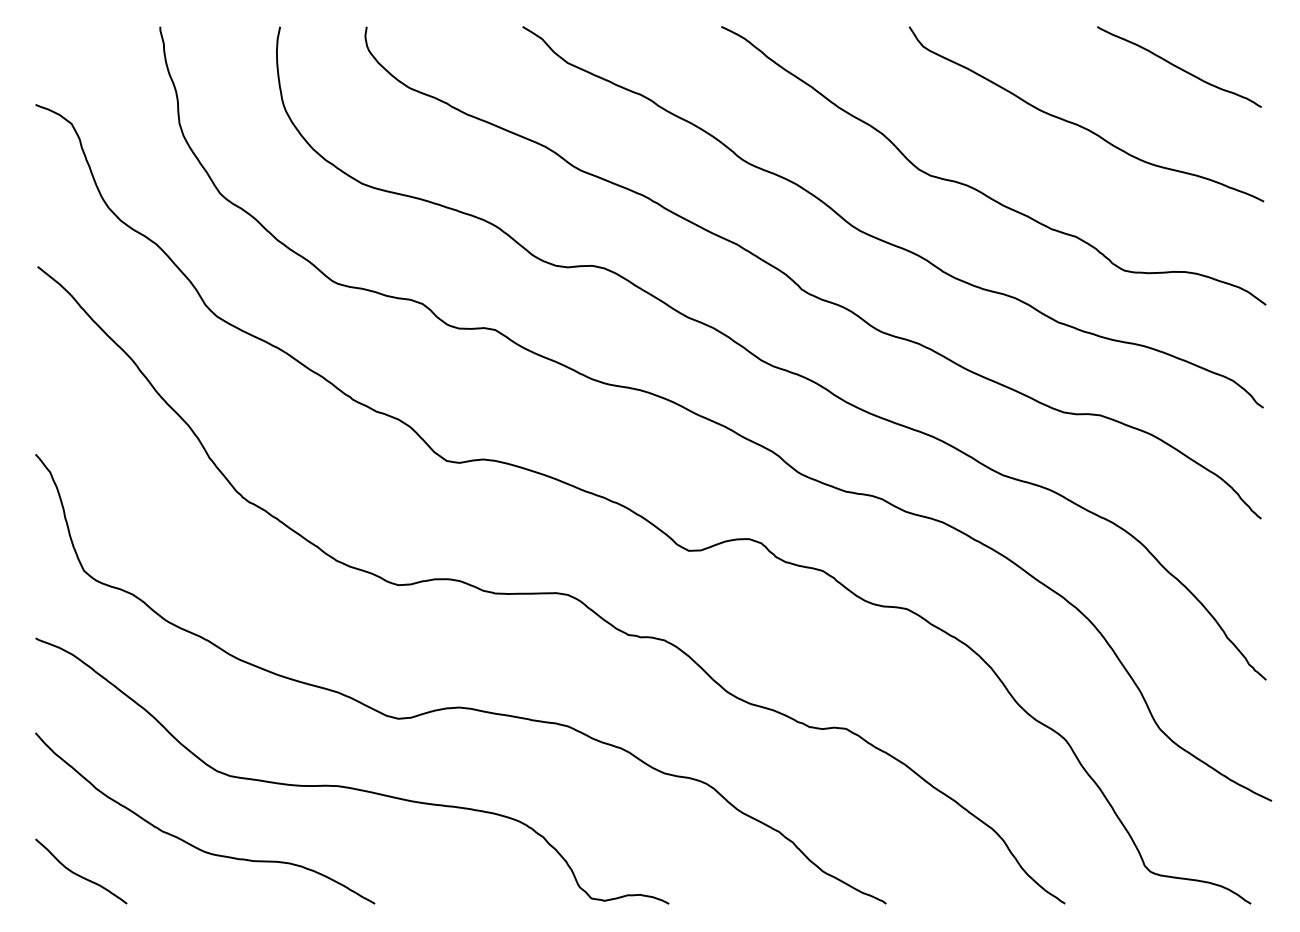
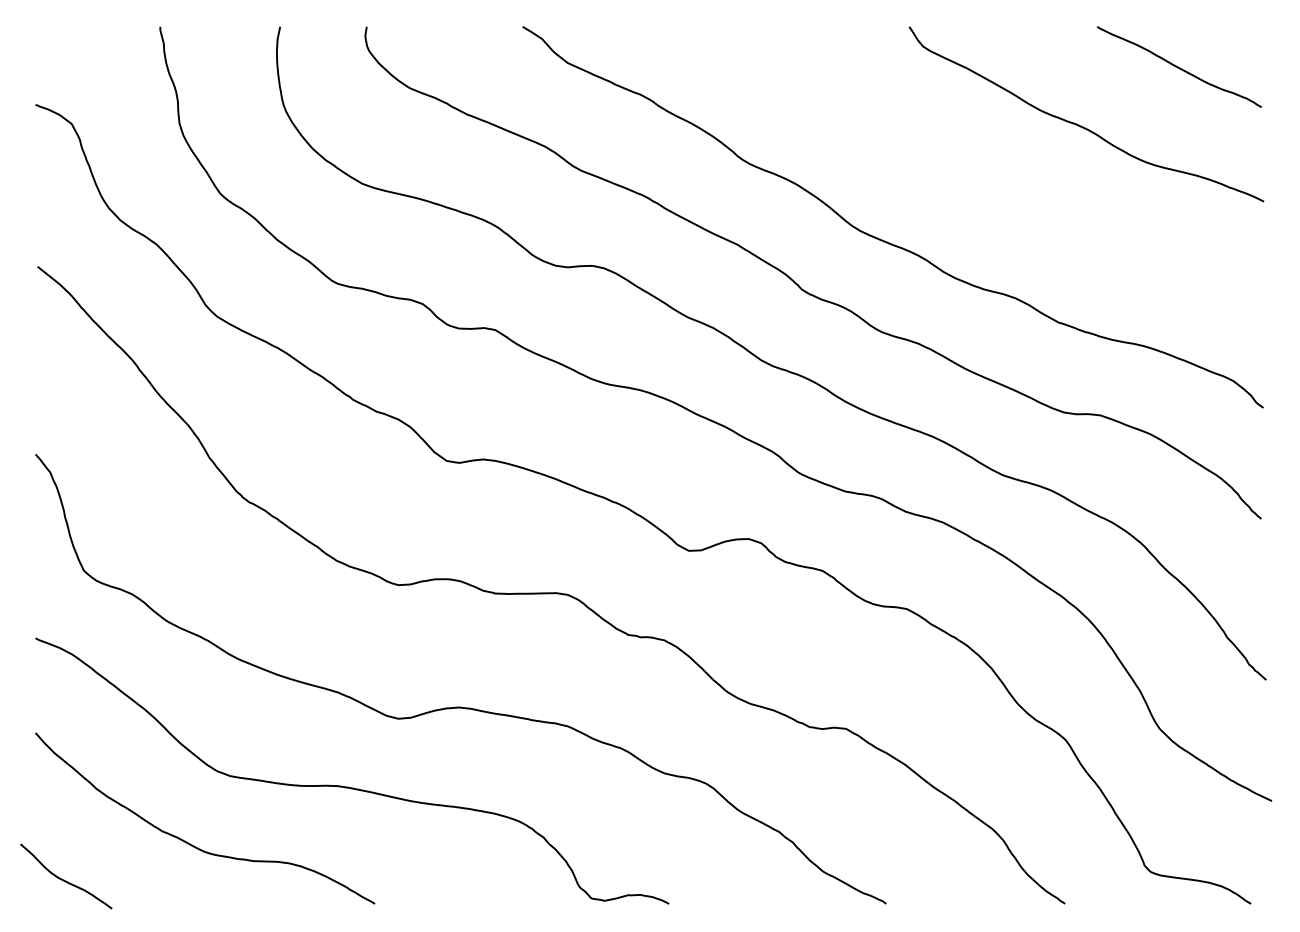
curve at (976, 188): present -> none
curve at (79, 874) position: (79, 874) -> (64, 879)
